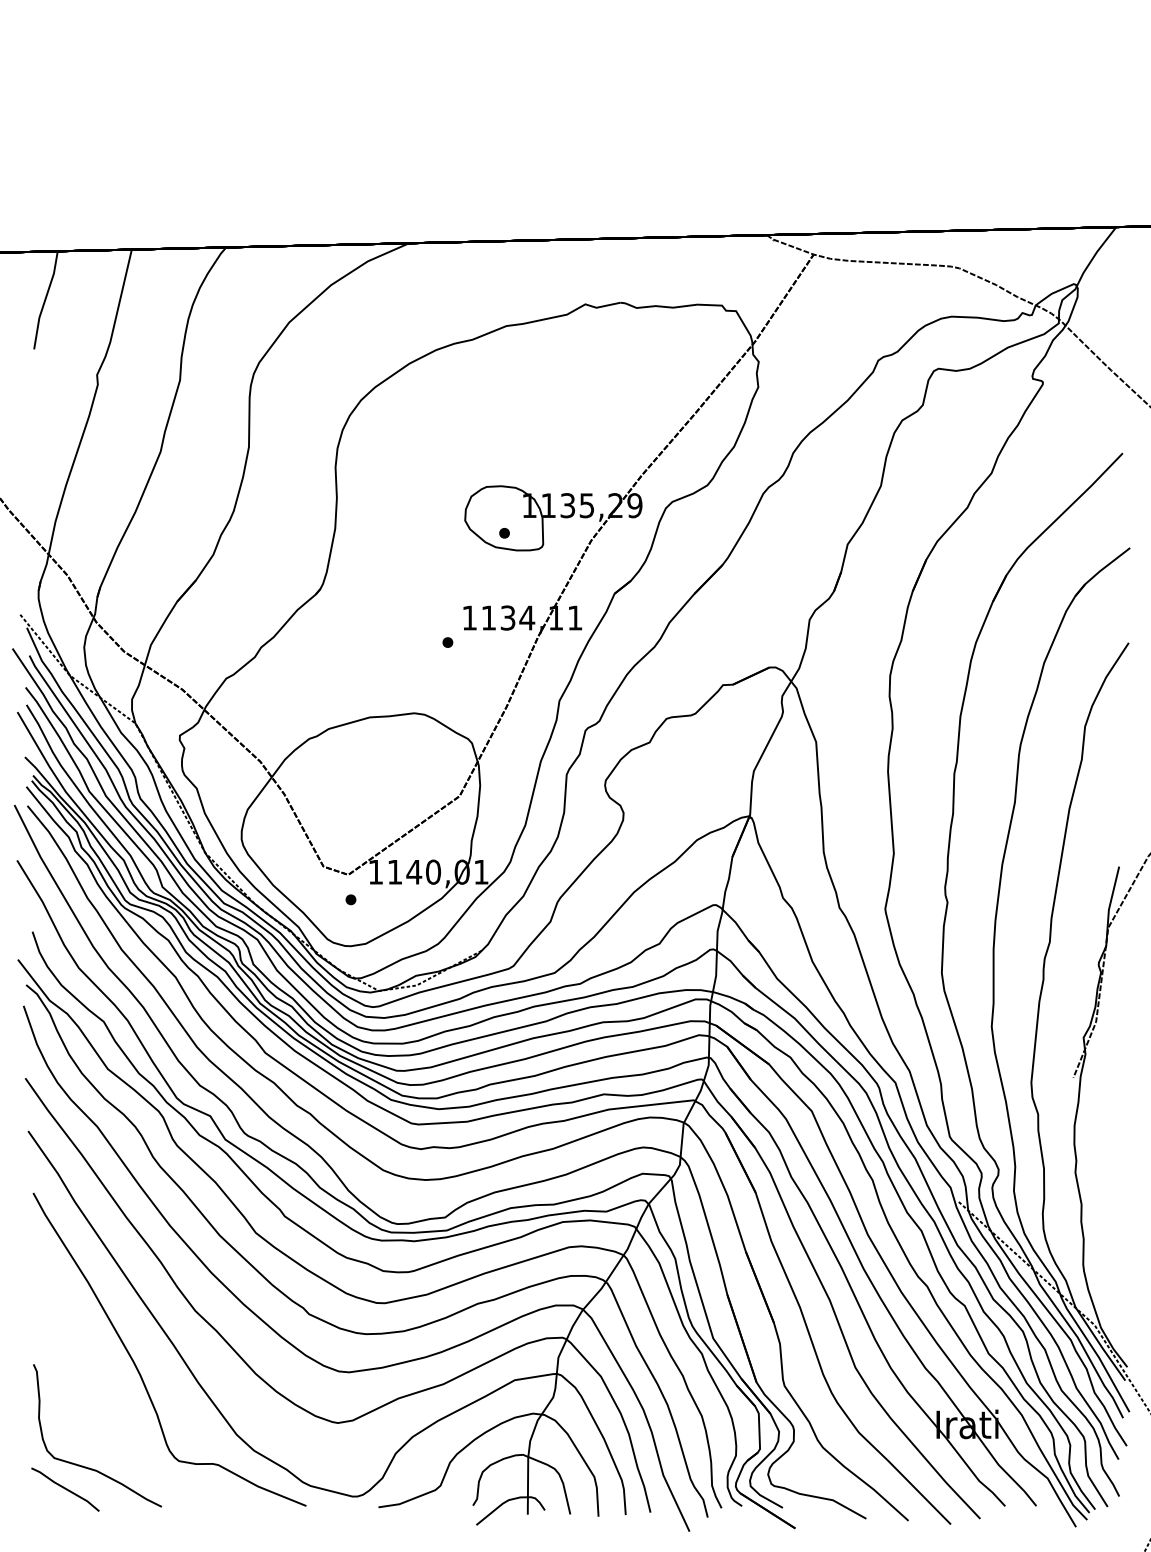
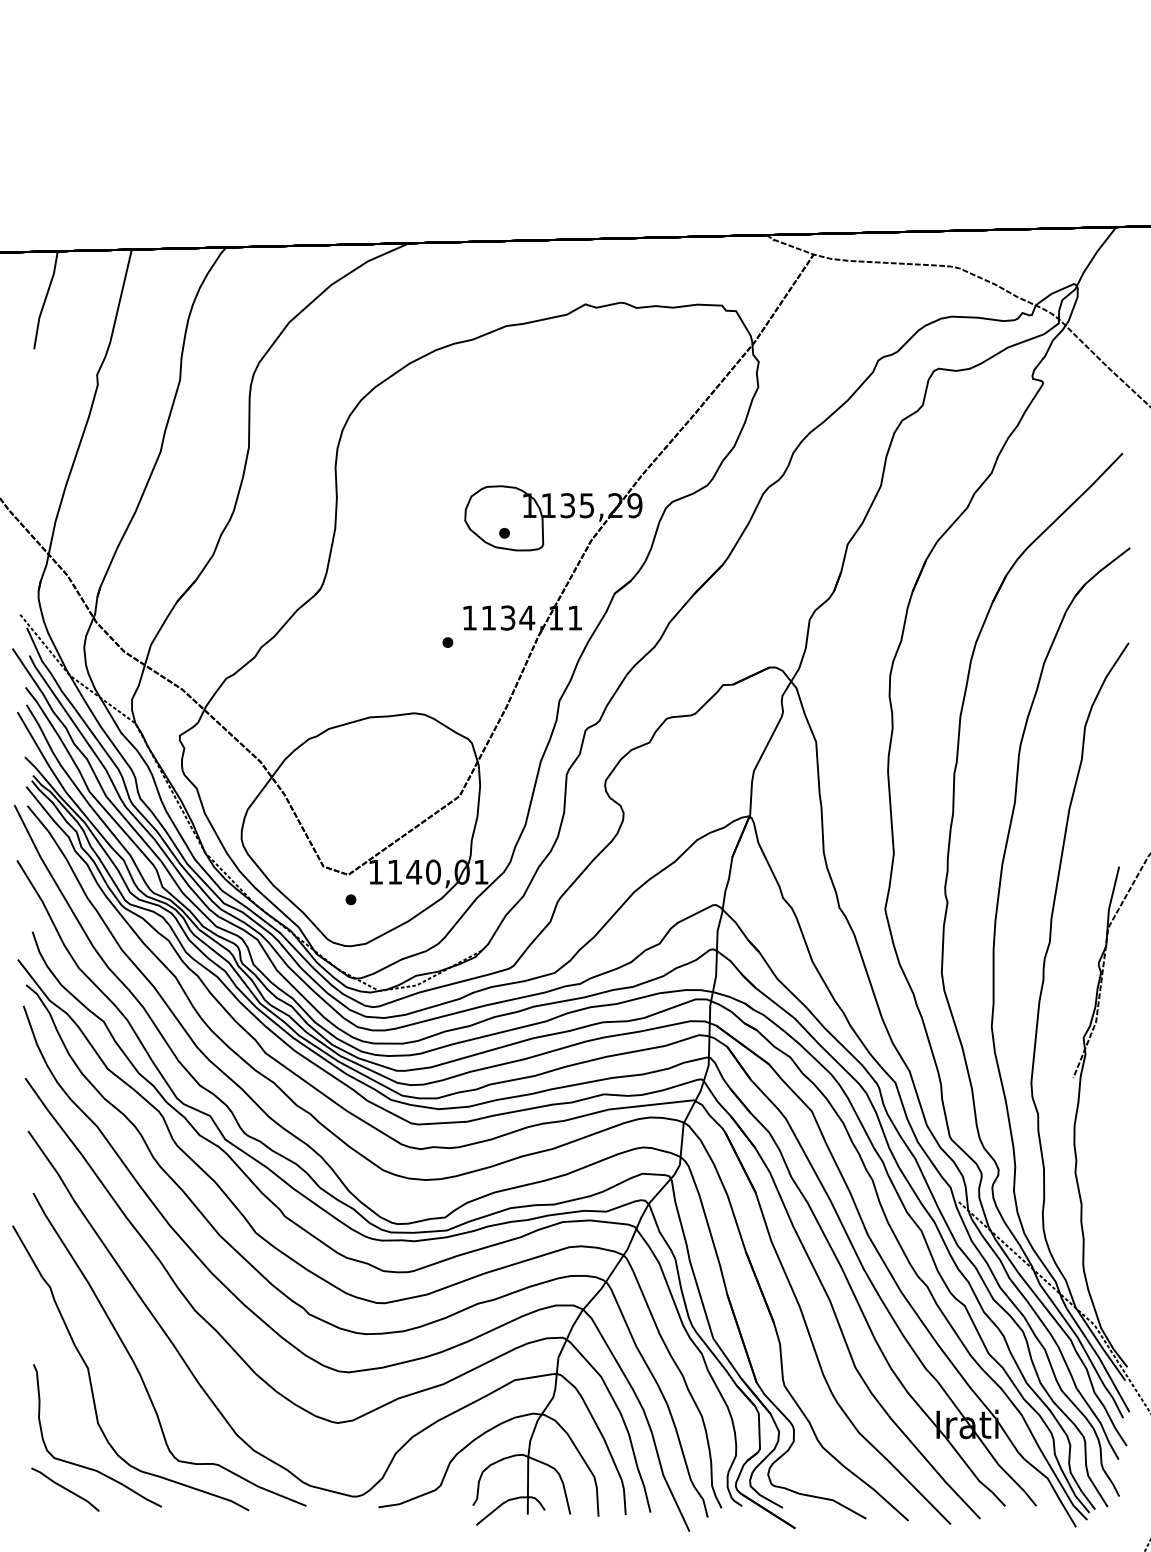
curve at (90, 1375): none -> present
